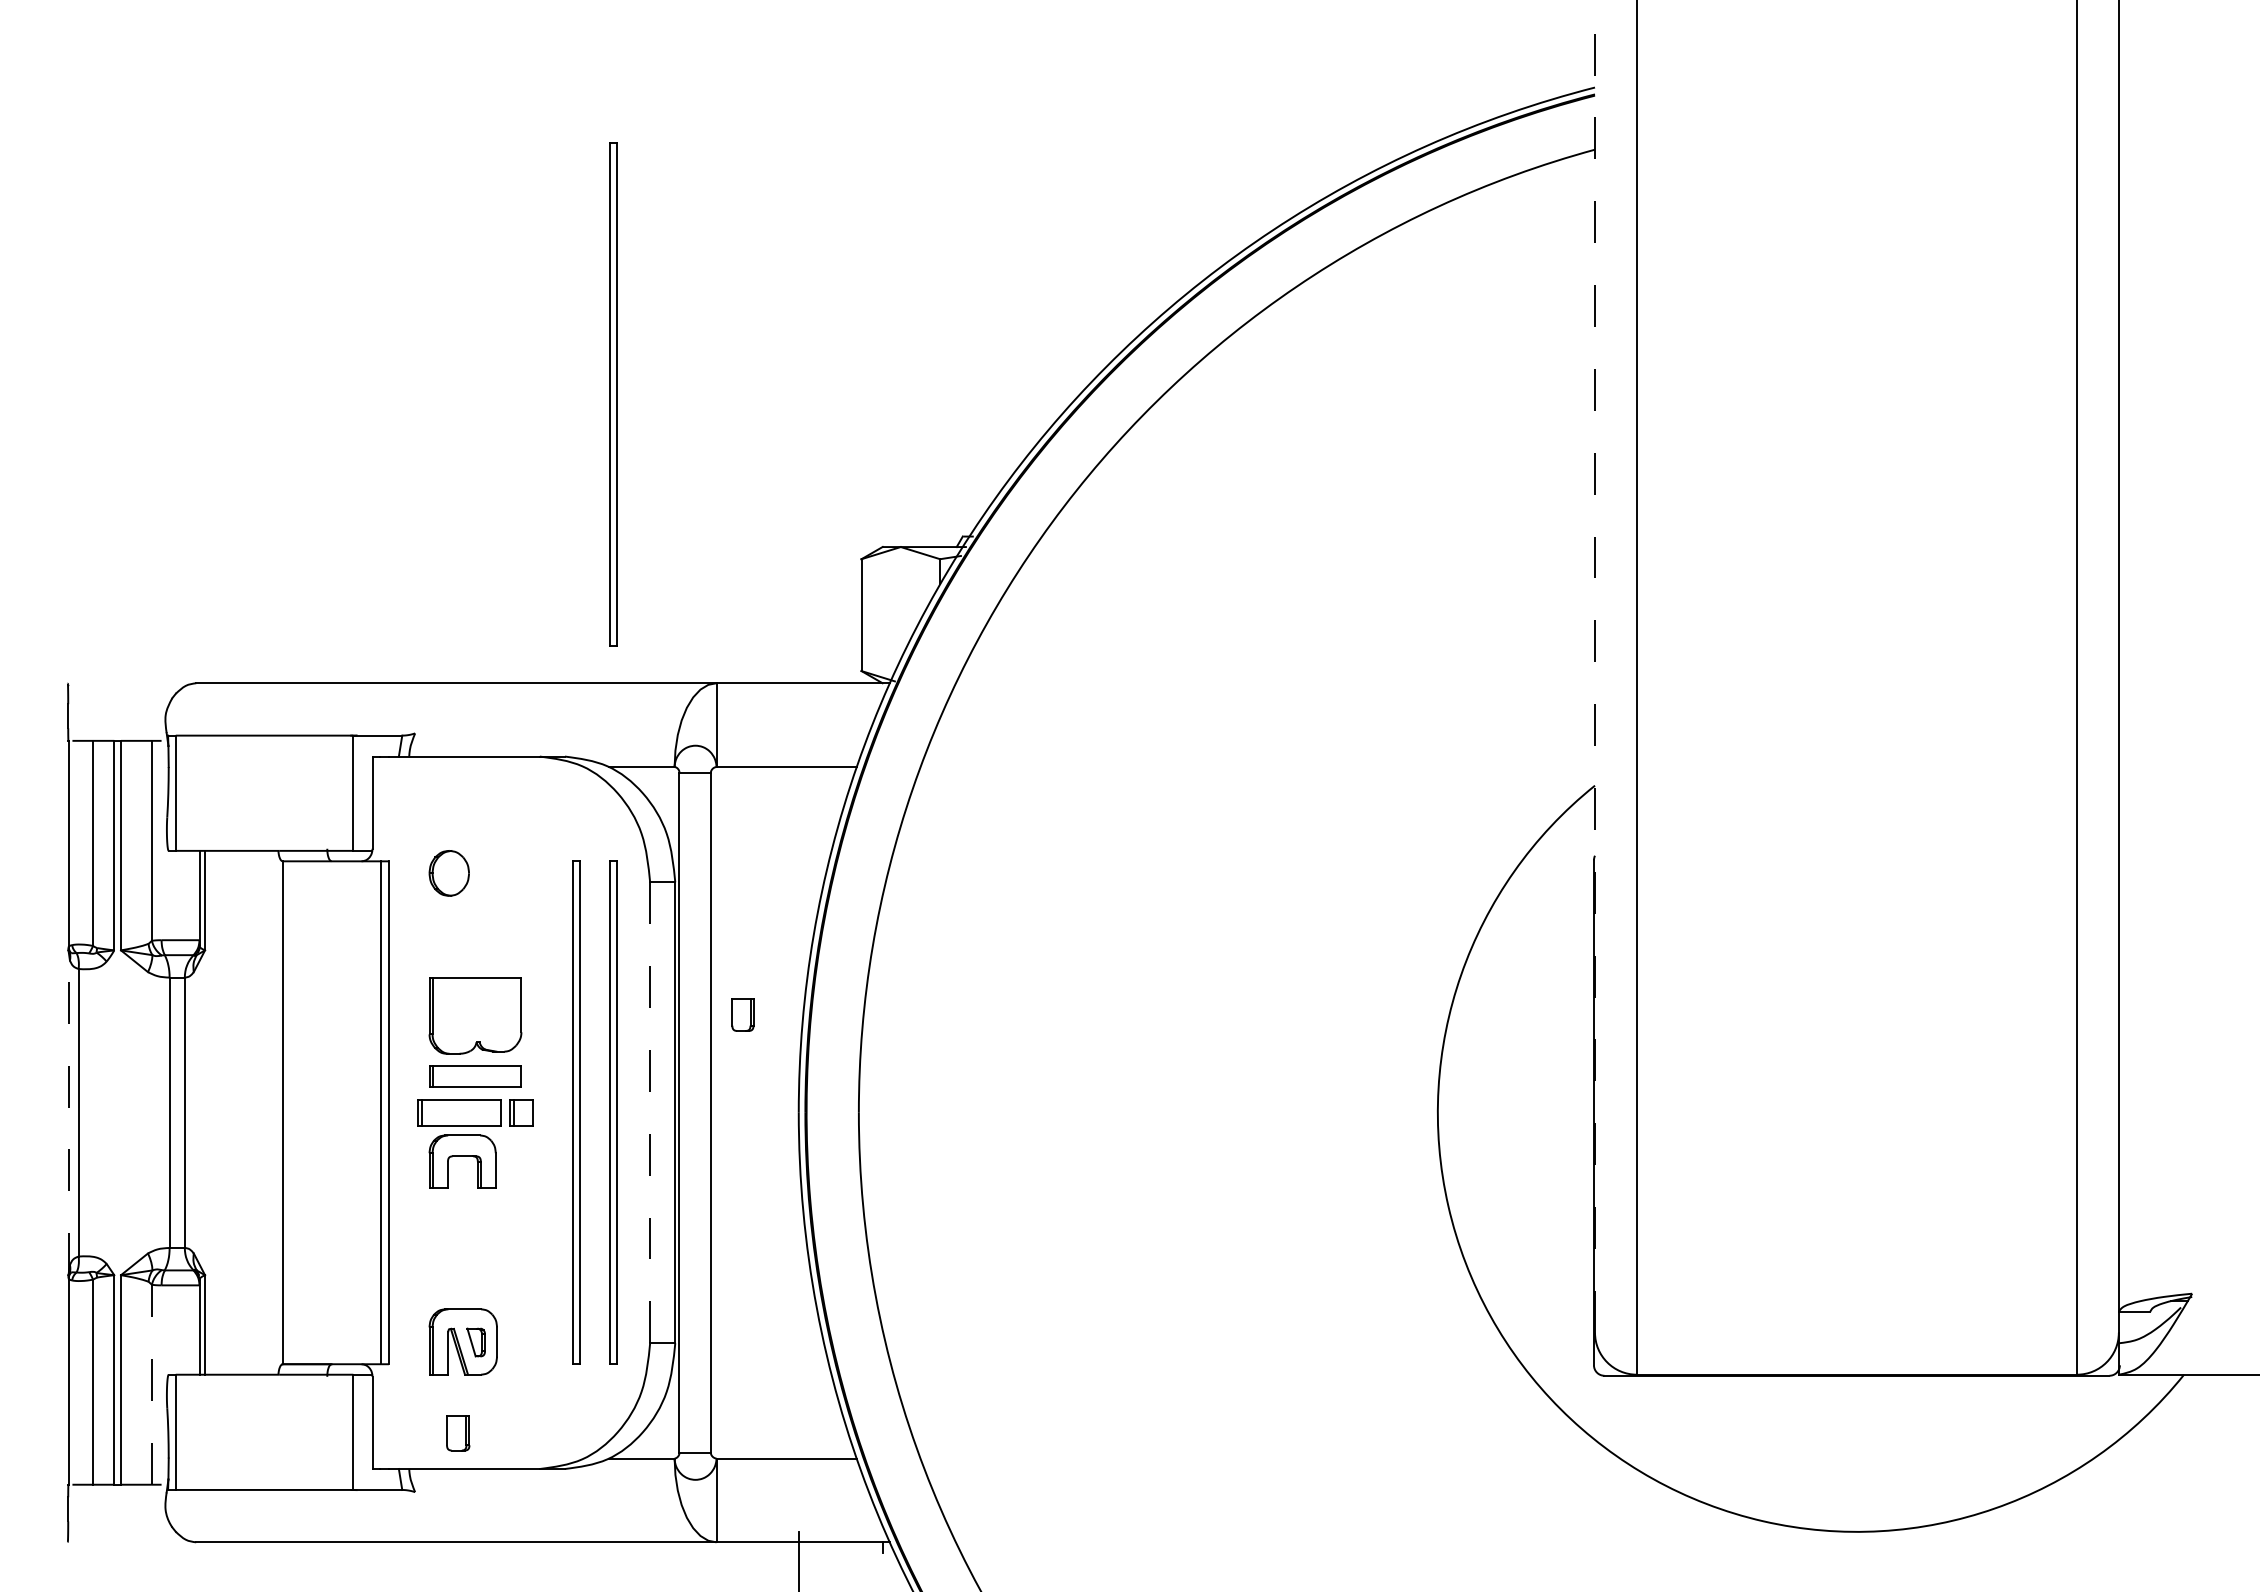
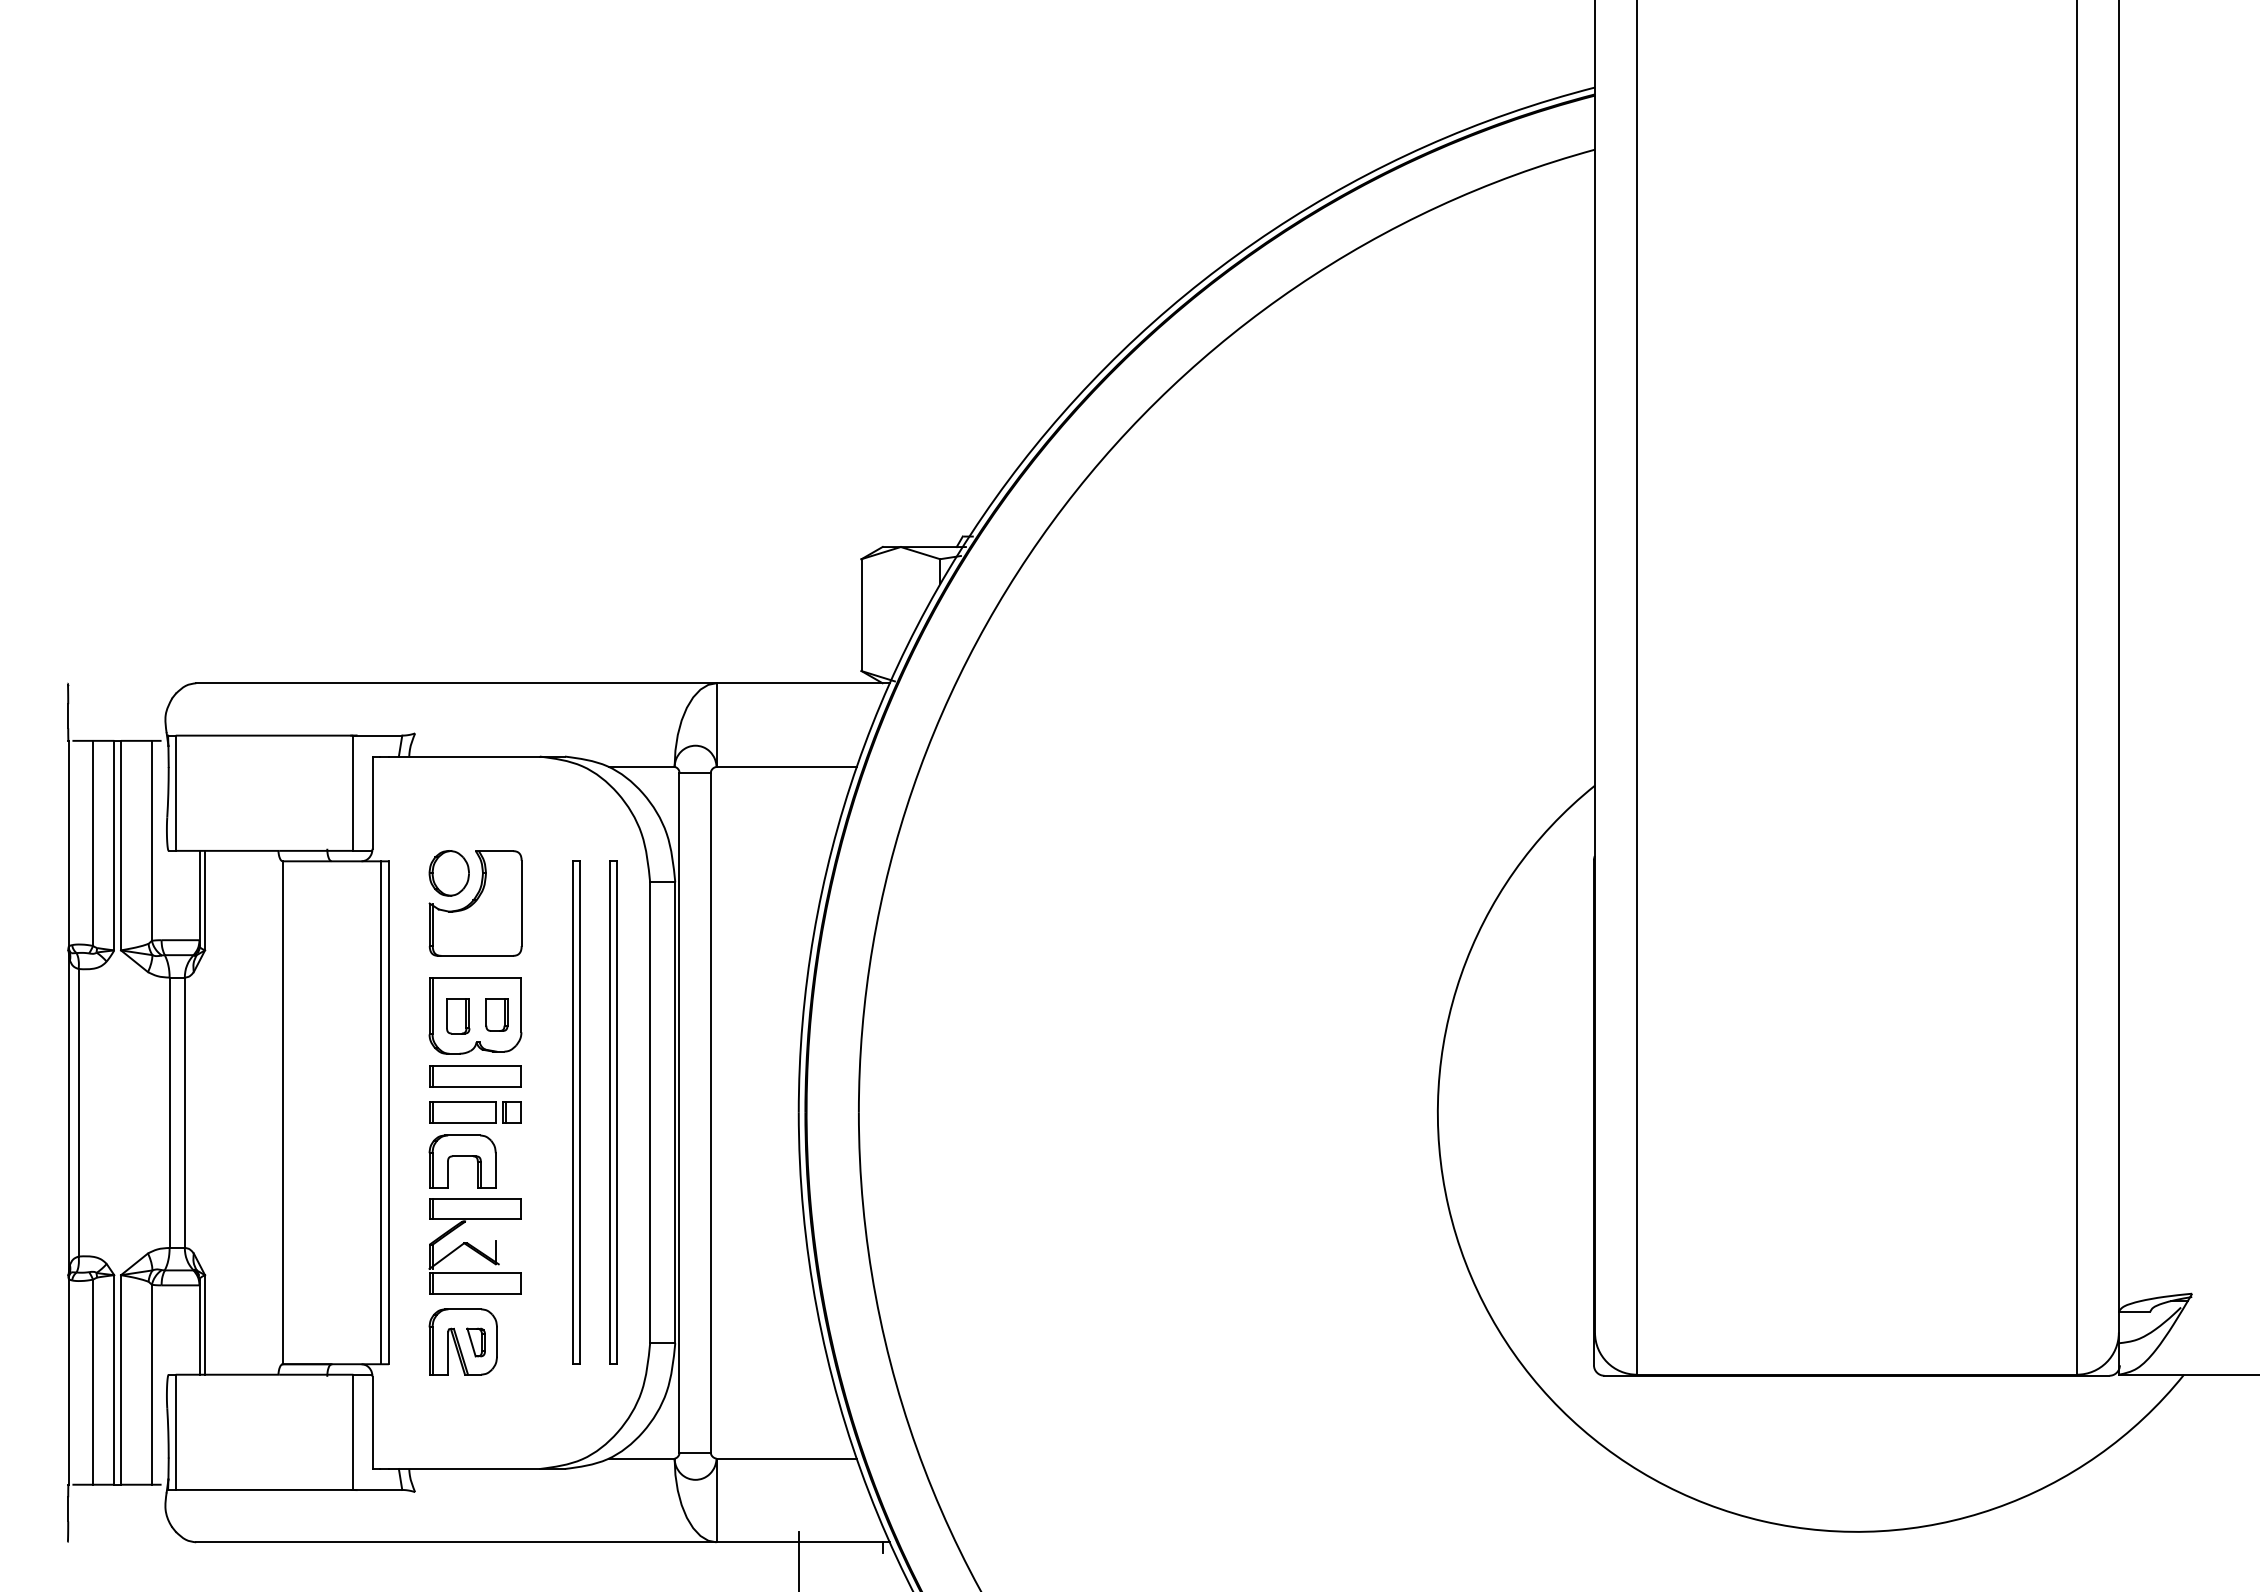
part at (613, 394): present -> none
line at (1595, 665): dashed -> solid
part at (475, 903): none -> present
part at (742, 1014) position: (742, 1014) -> (496, 1014)
line at (68, 1112): dashed -> solid
part at (475, 1112) size: 117x28 px -> 93x23 px
line at (650, 1113): dashed -> solid
part at (474, 1246): none -> present
line at (151, 1384): dashed -> solid
part at (458, 1433) position: (458, 1433) -> (458, 1016)
